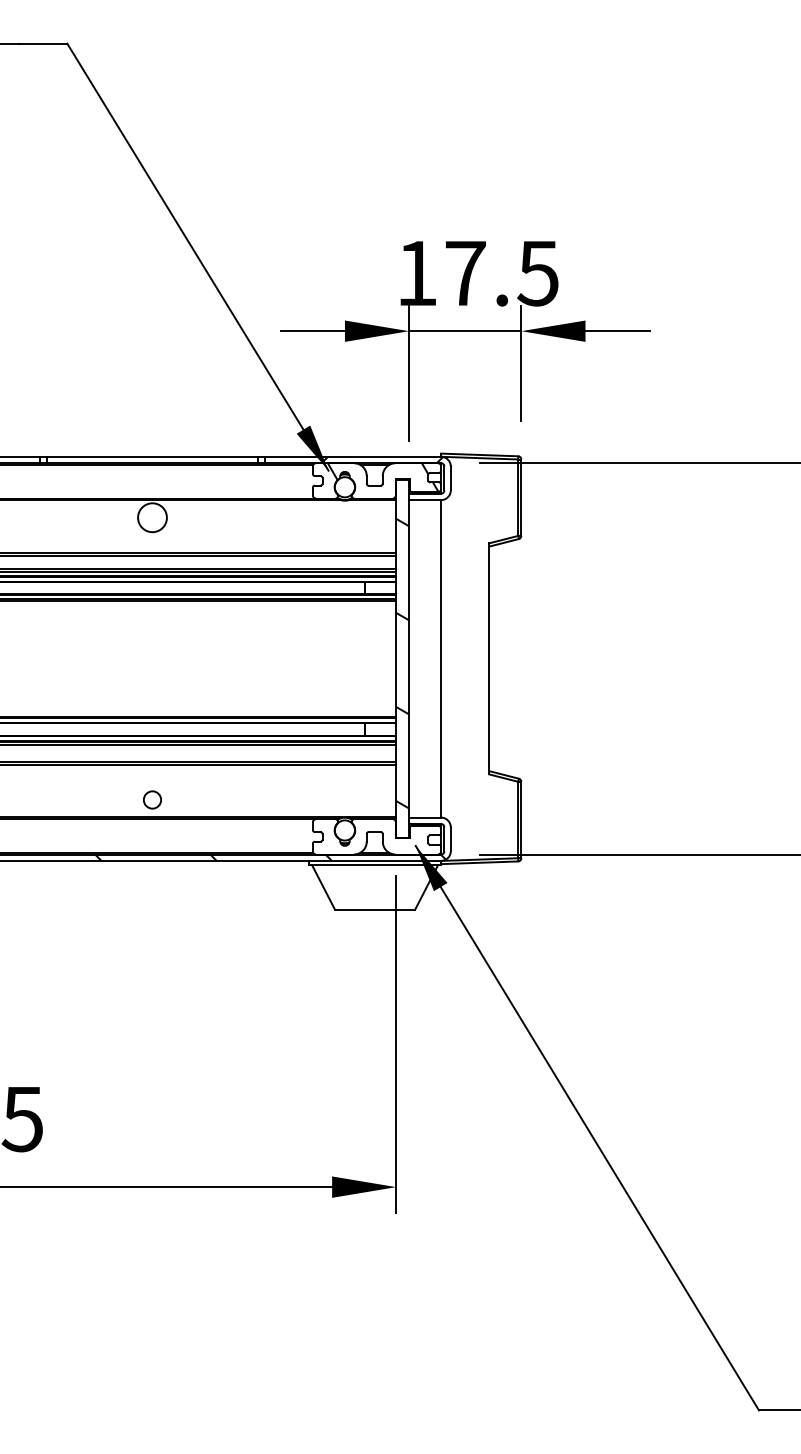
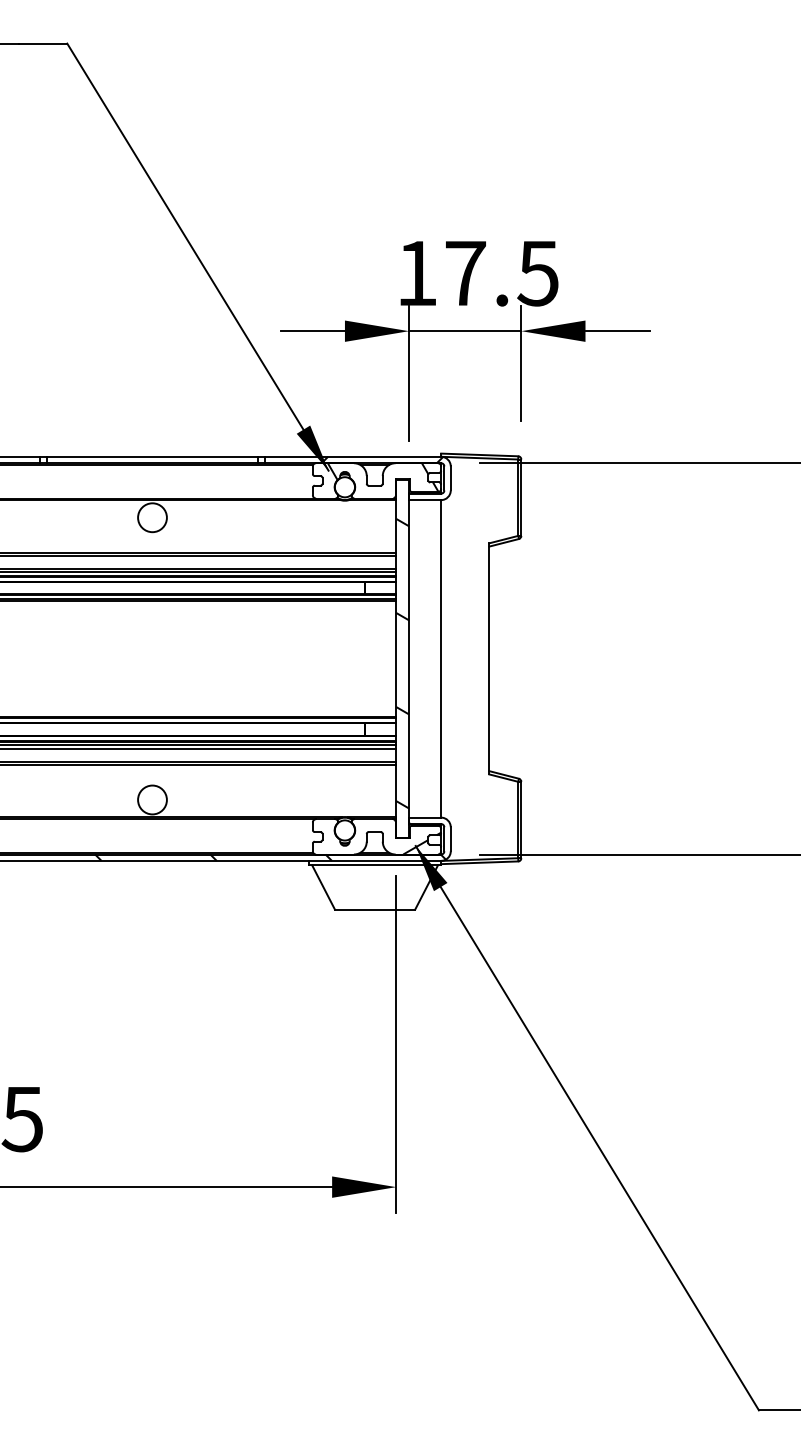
line at (199, 748): none -> present
circle at (152, 799) diameter: 17 px -> 29 px
hatch at (422, 843): none -> present
